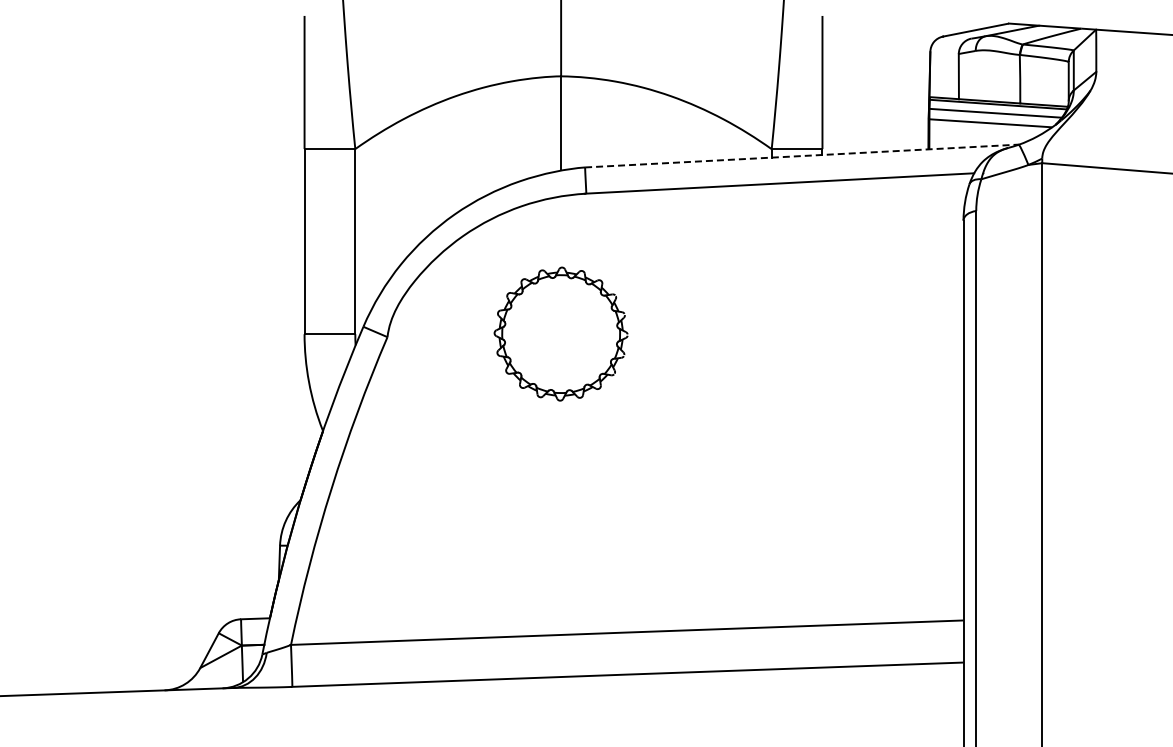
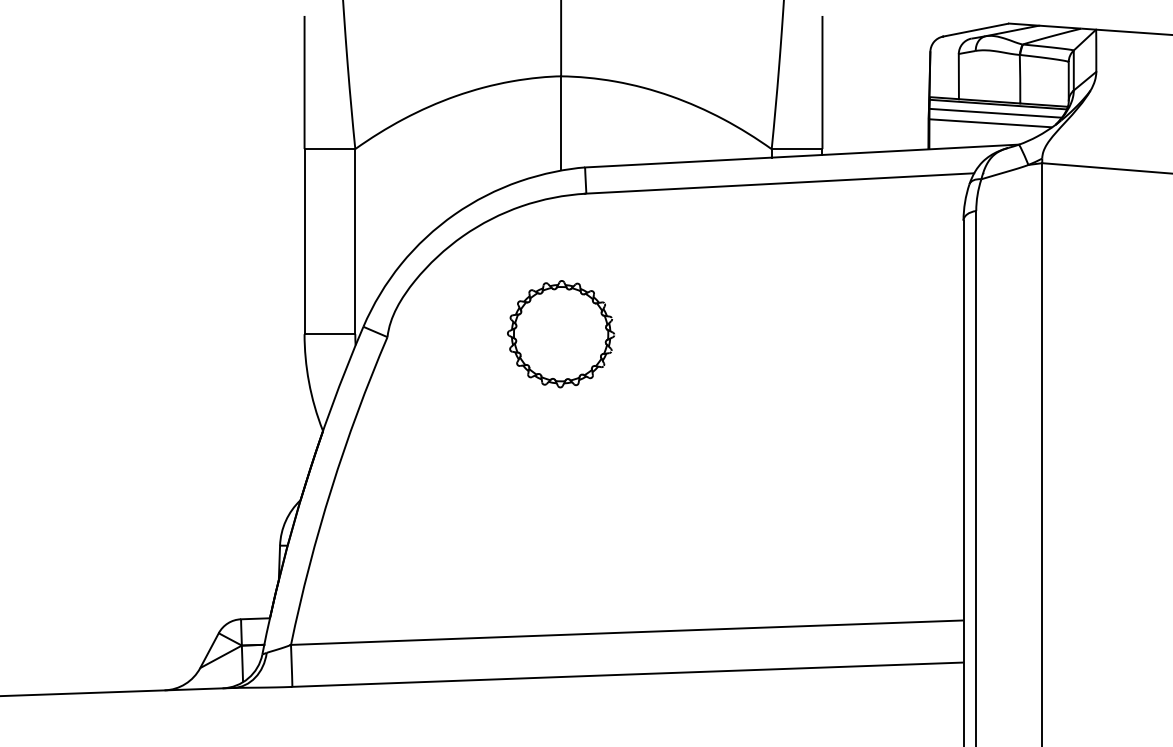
line at (802, 156): dashed -> solid
part at (560, 333) size: 136x136 px -> 108x109 px
